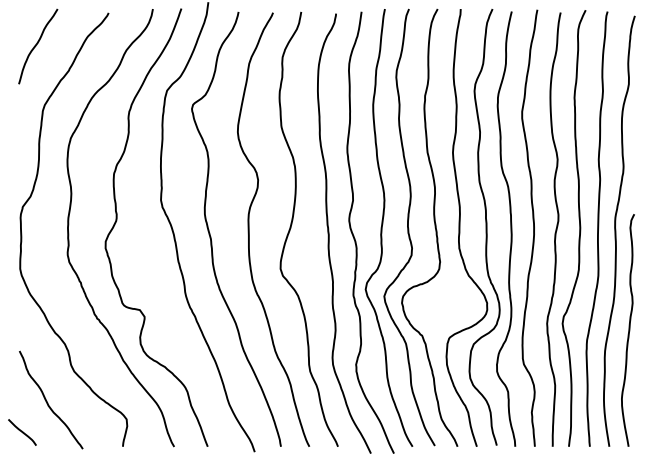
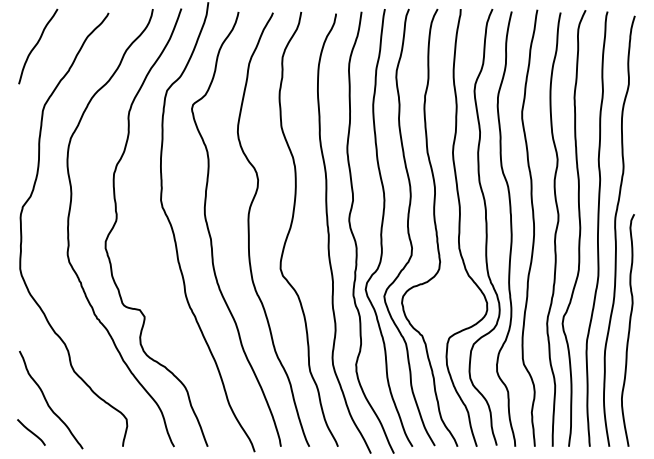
curve at (22, 432) position: (22, 432) -> (31, 432)
